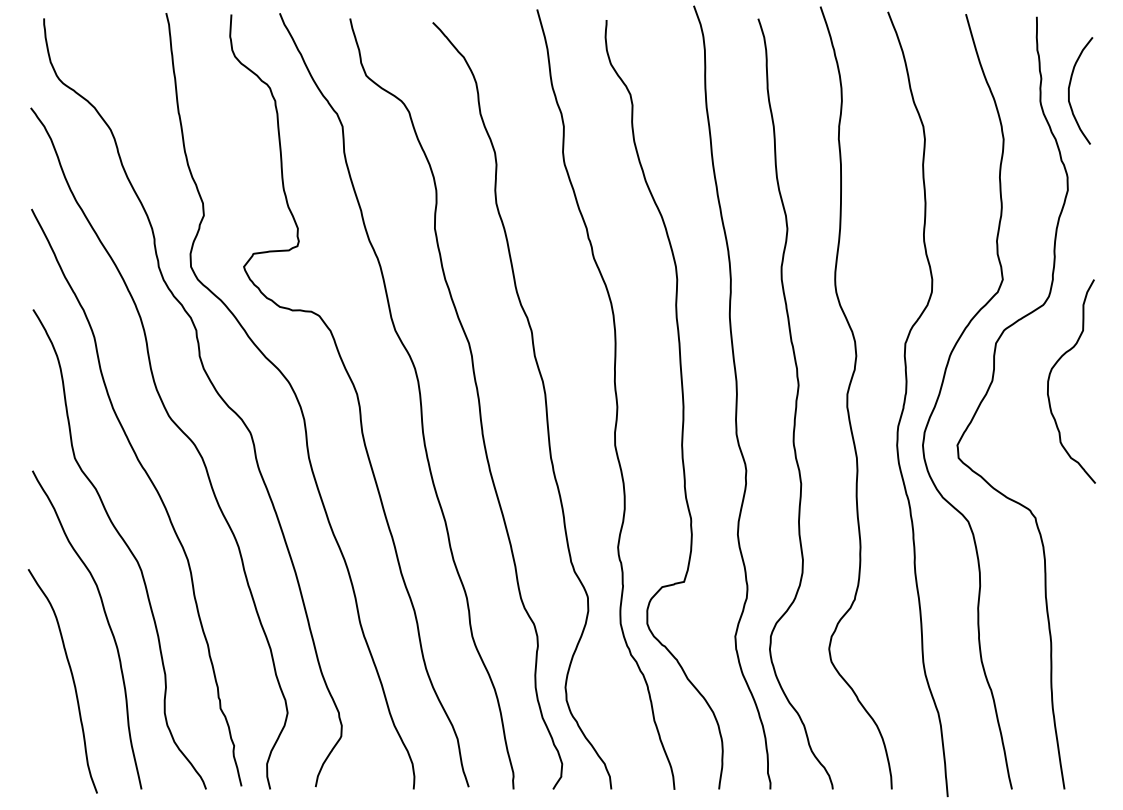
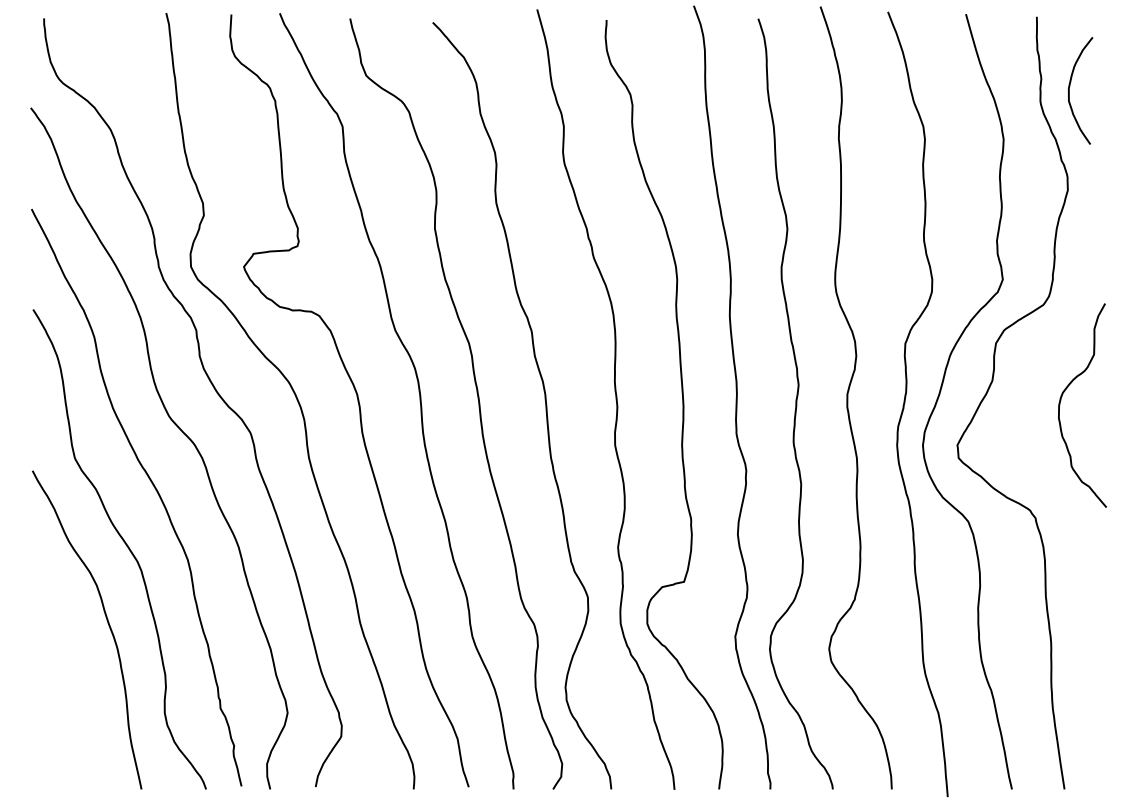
curve at (1050, 376) position: (1050, 376) -> (1061, 400)
curve at (72, 681): present -> none
